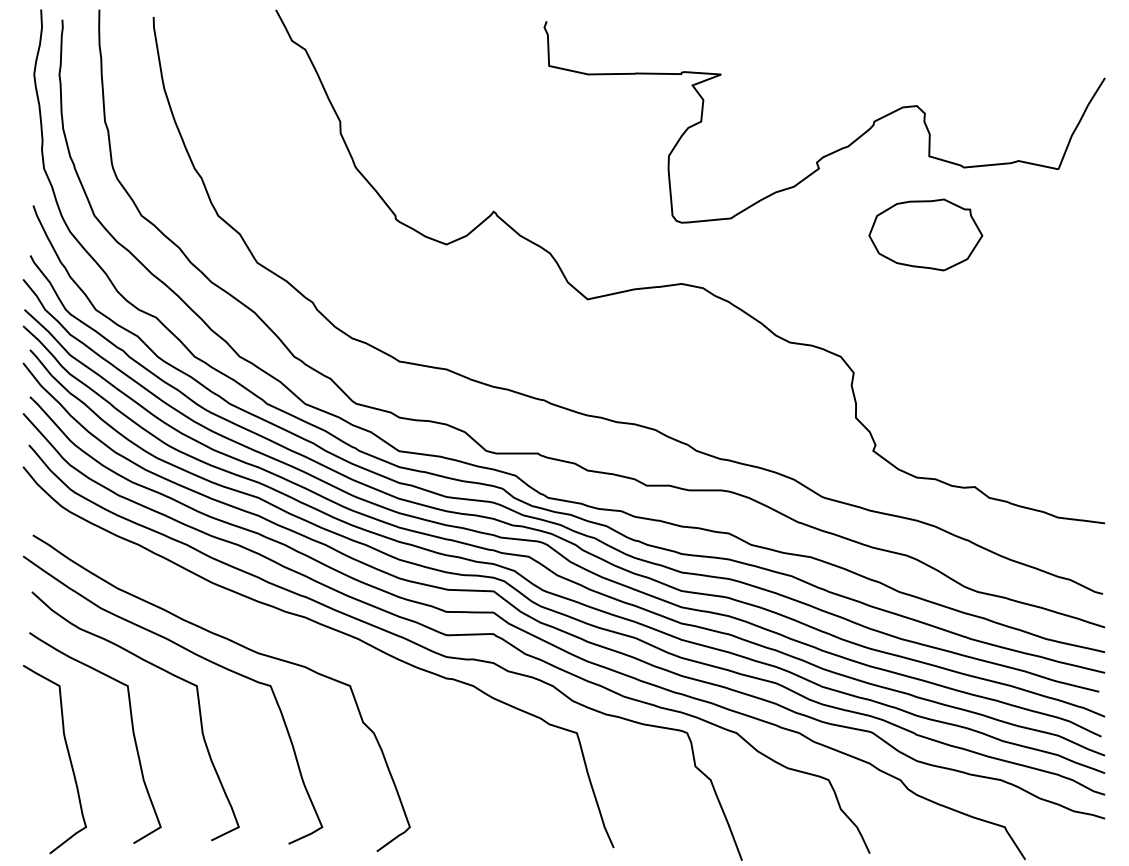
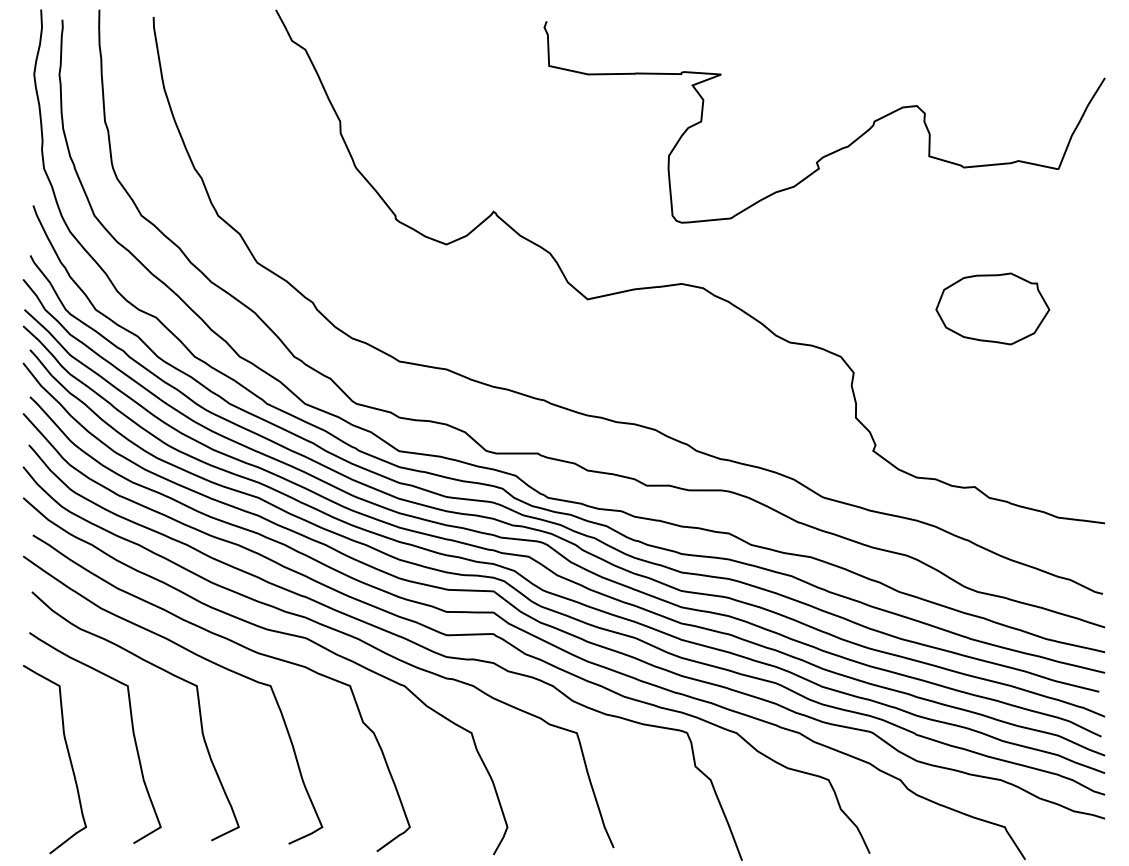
part at (925, 234) position: (925, 234) -> (992, 308)
curve at (274, 632): none -> present
